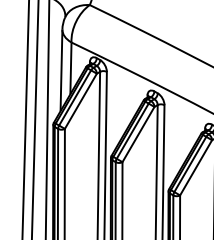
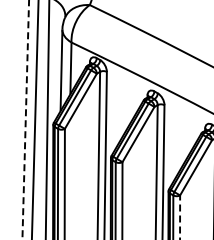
line at (25, 119): solid -> dashed
line at (180, 217): solid -> dashed
